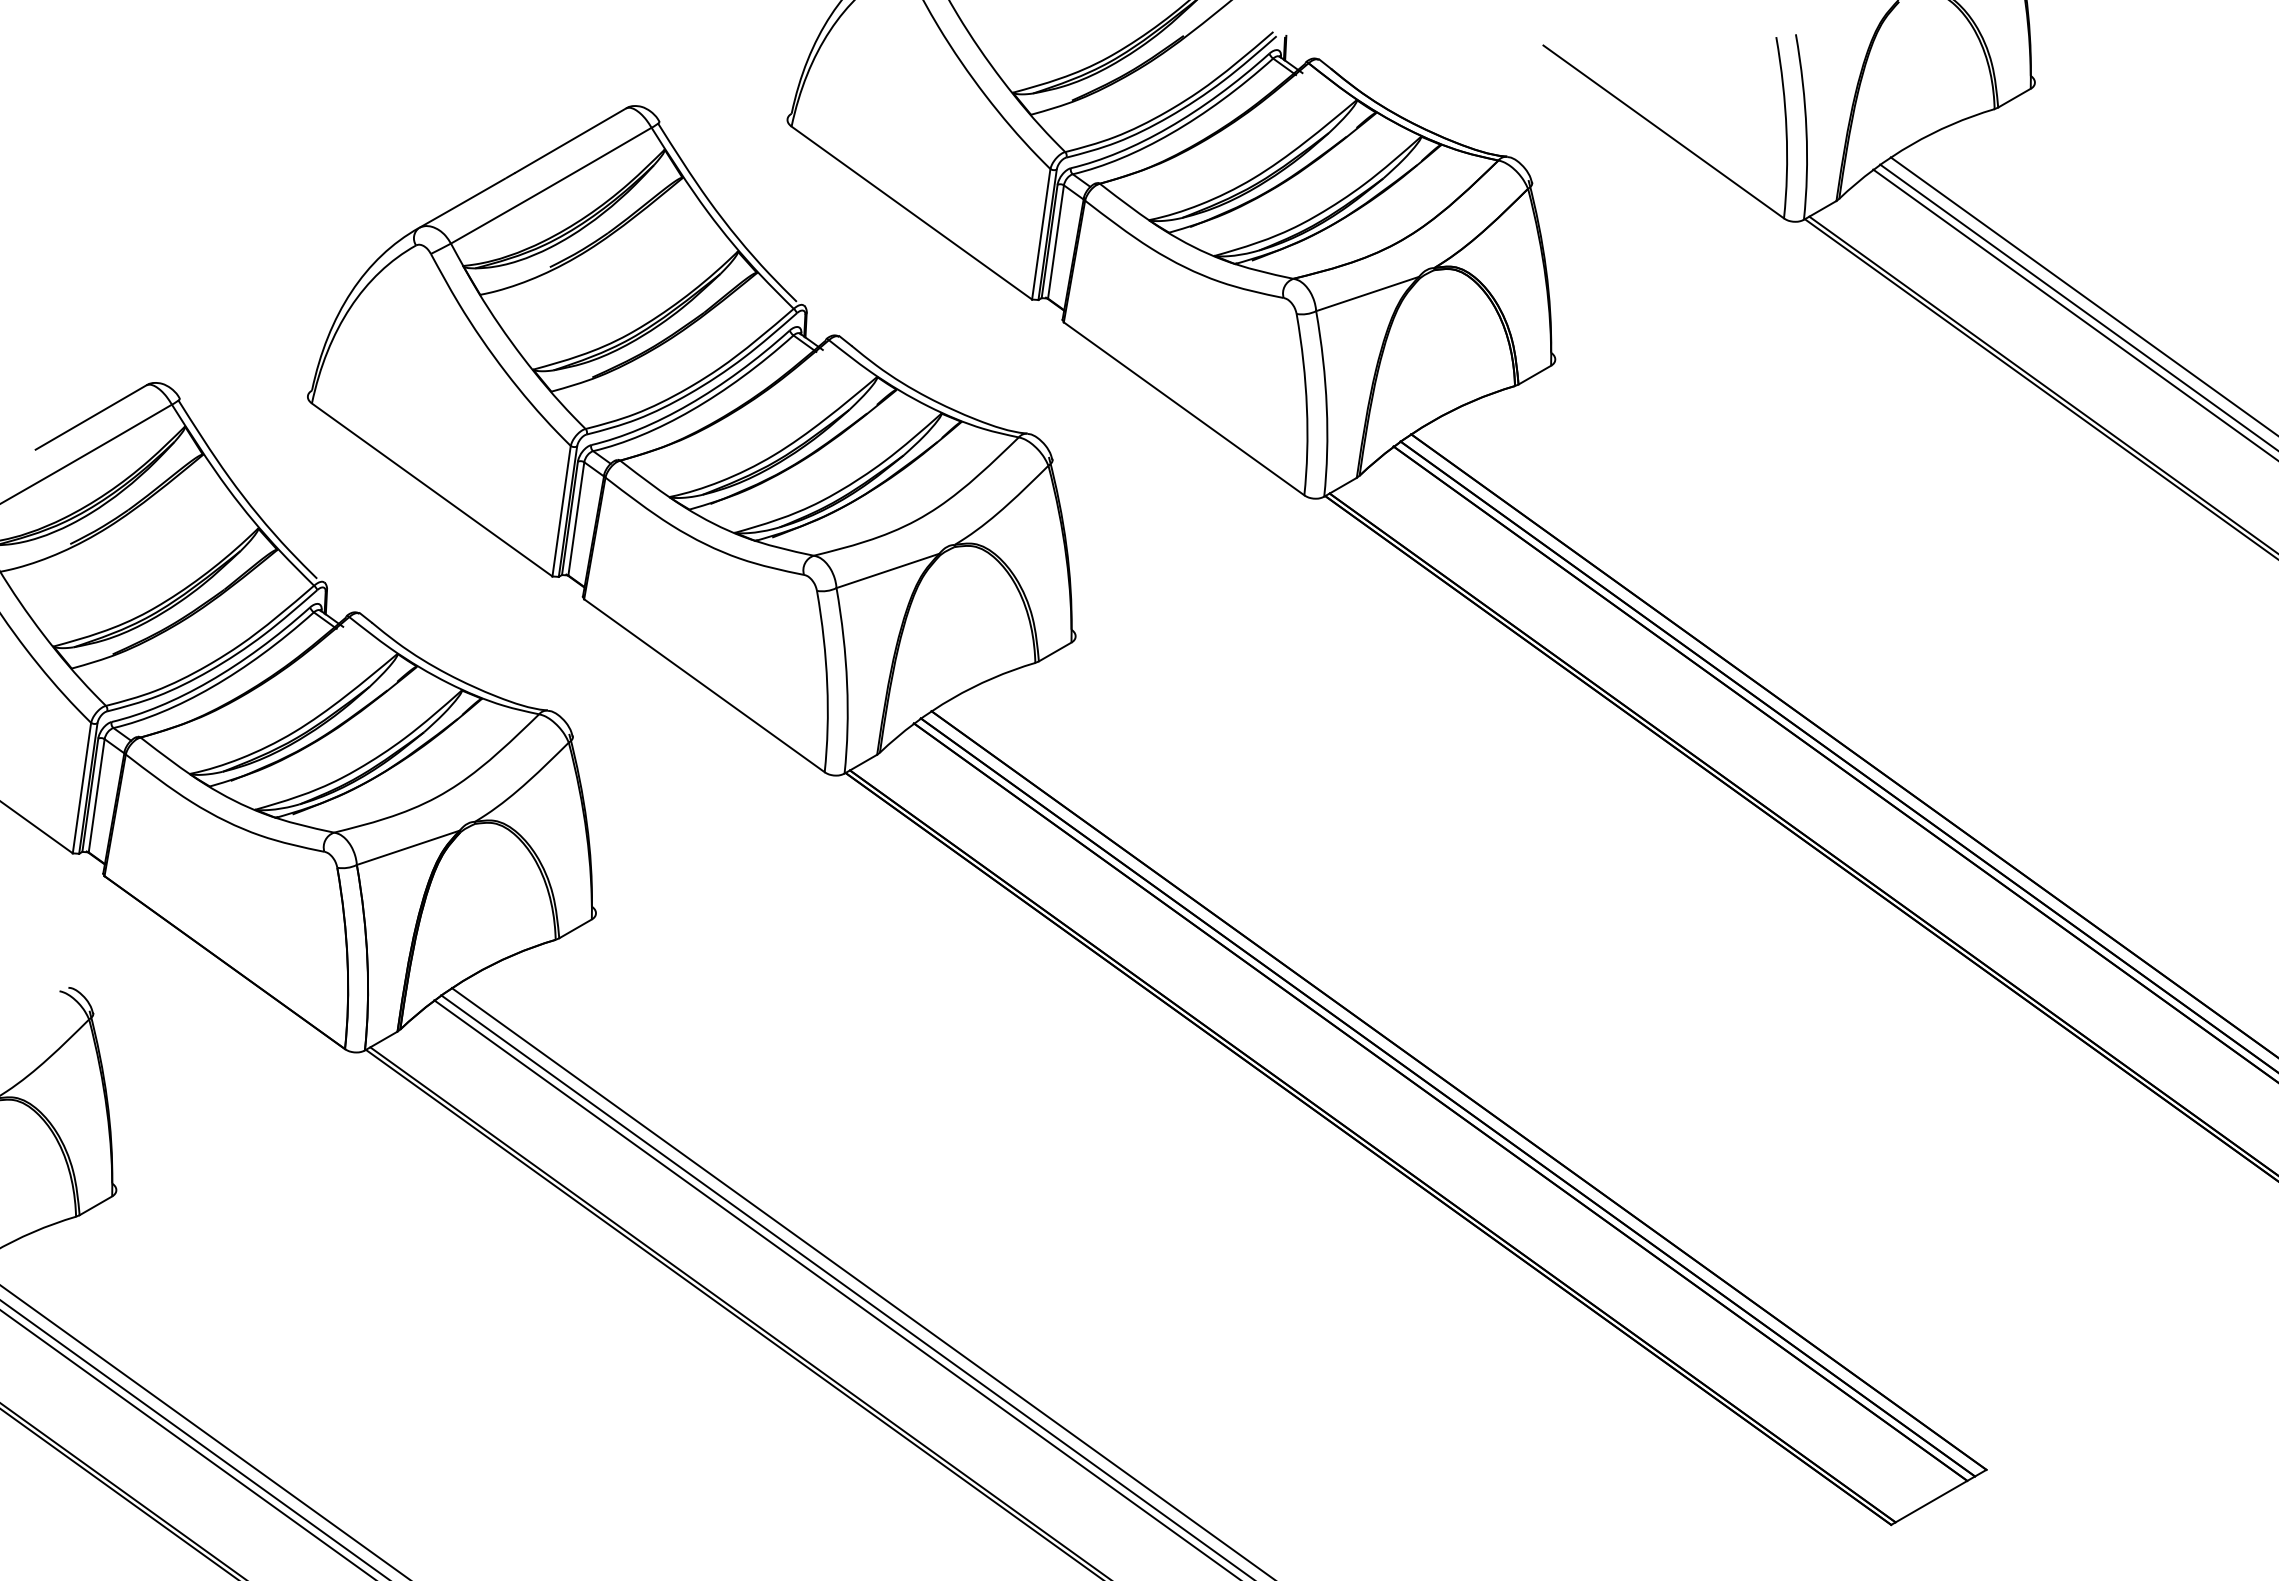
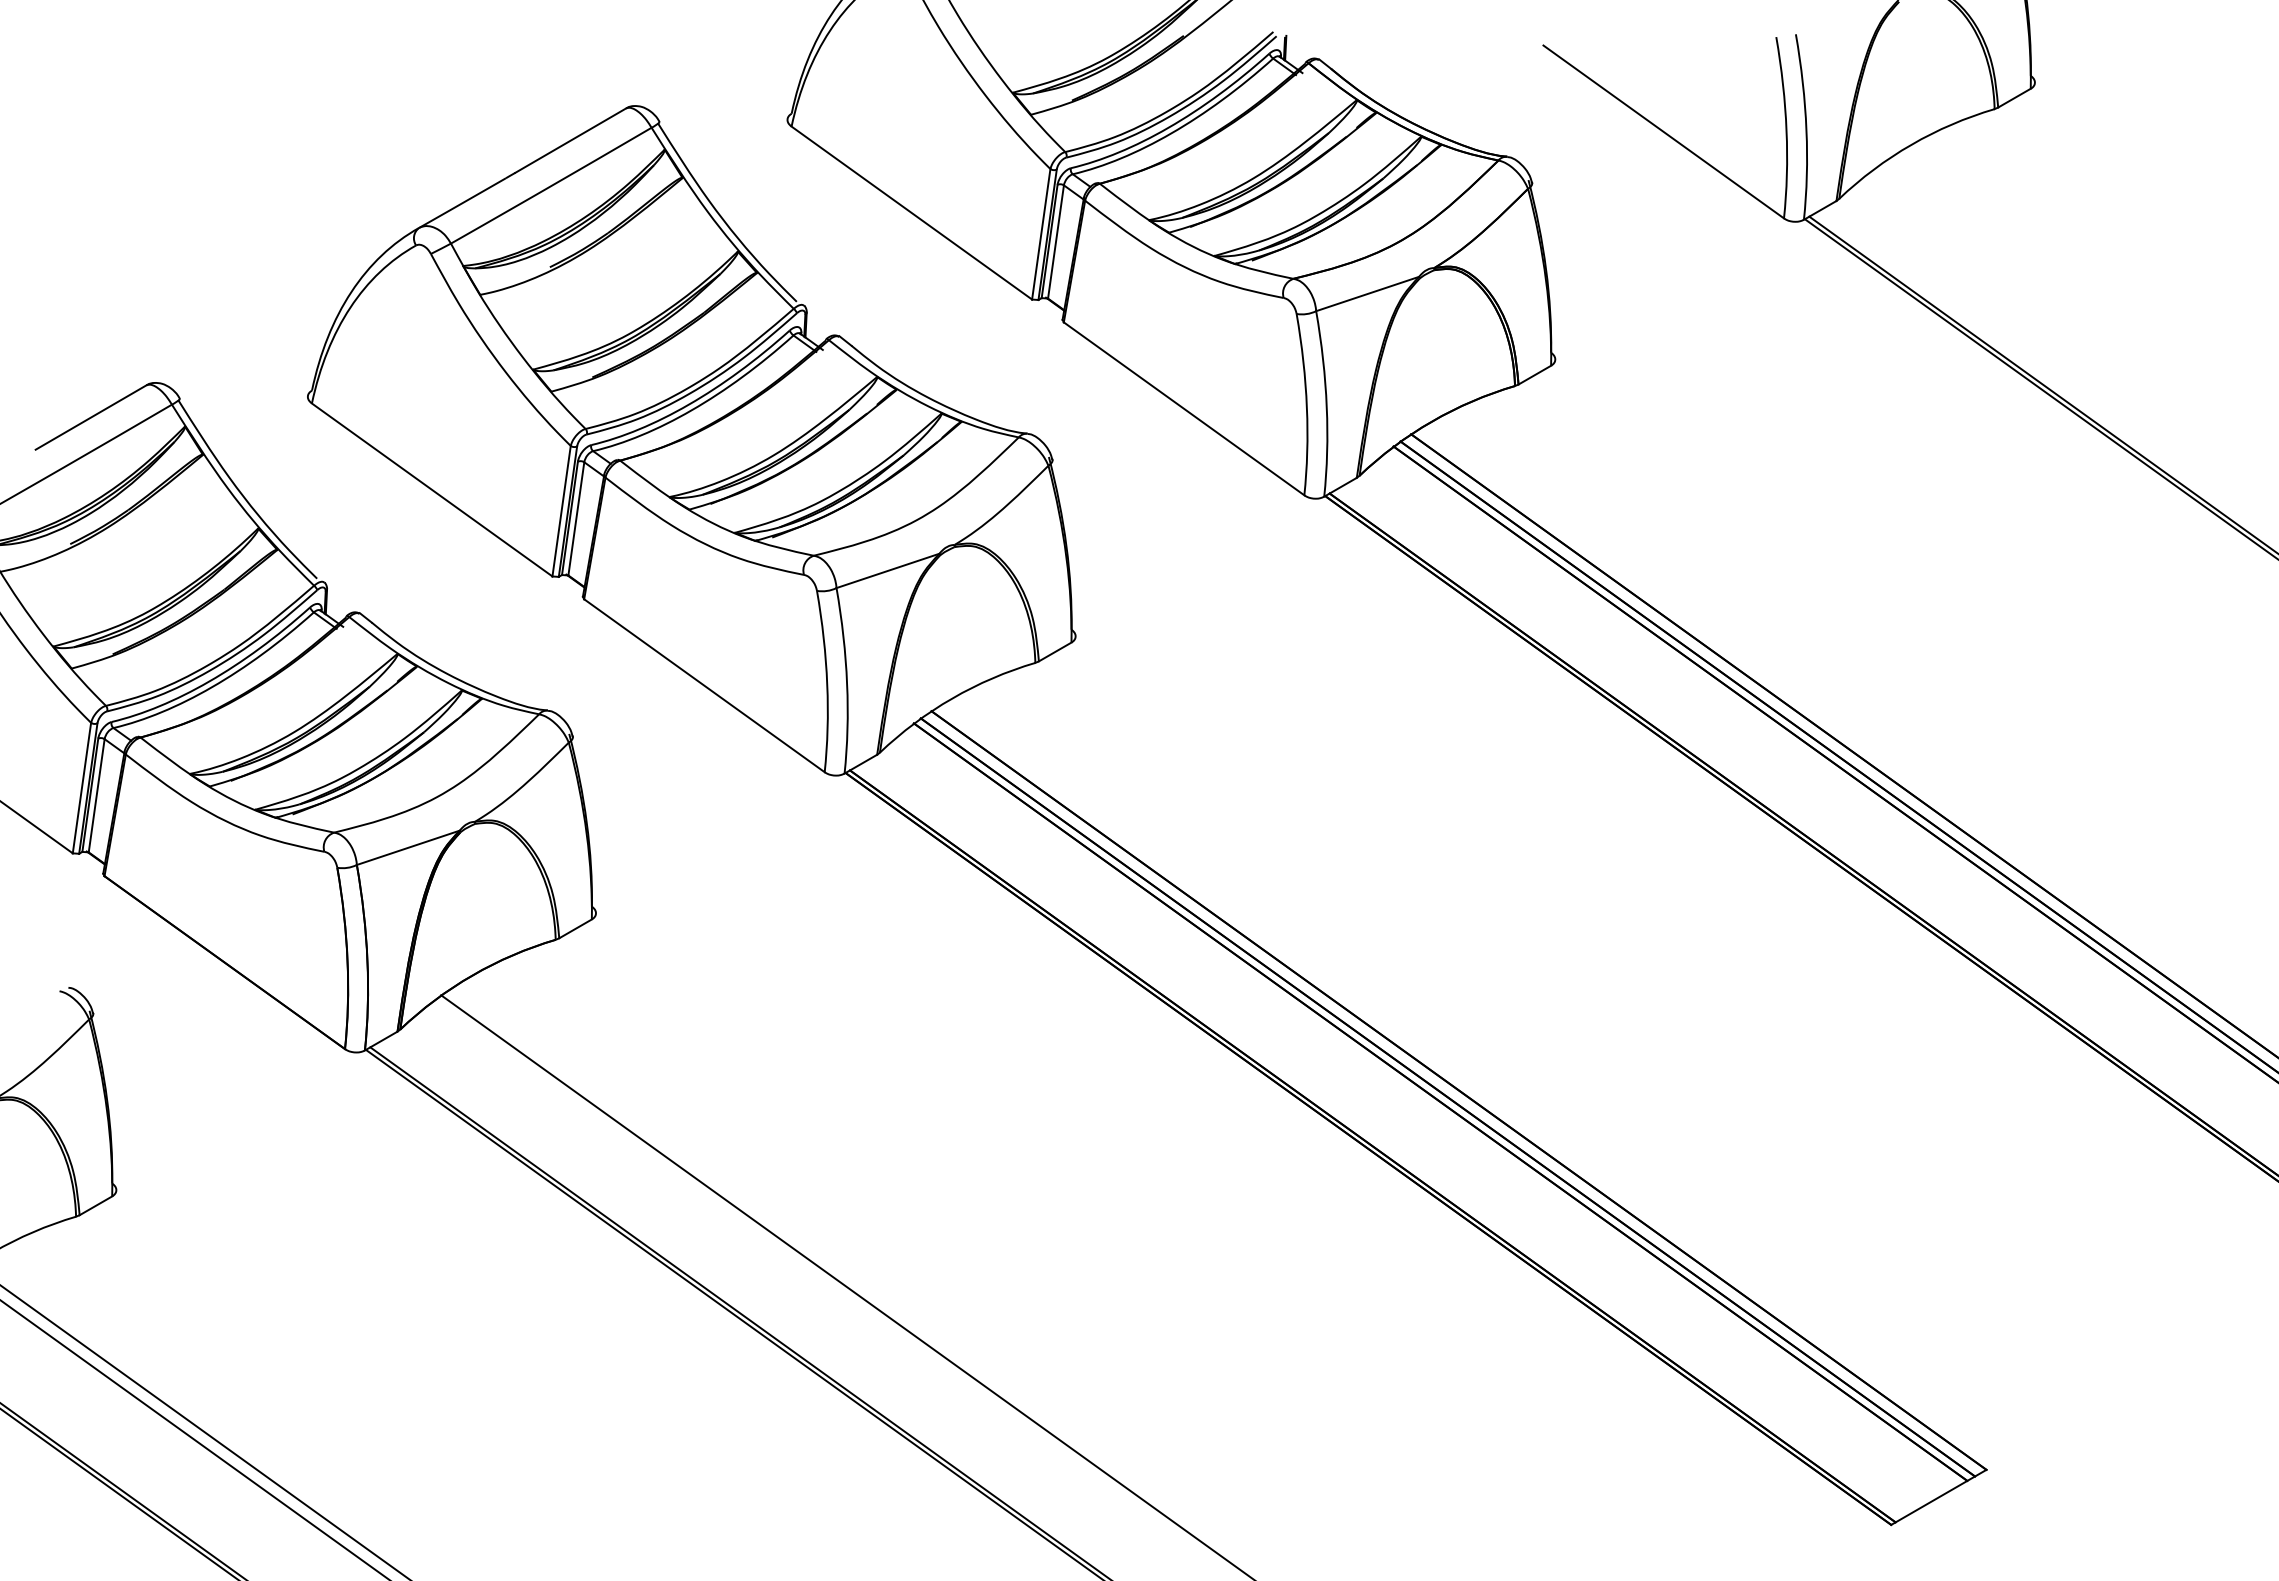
line at (2082, 295): present -> none
line at (2077, 306): present -> none
line at (2074, 313): present -> none
line at (861, 1282): present -> none
line at (835, 1288): present -> none
line at (187, 1444): present -> none
